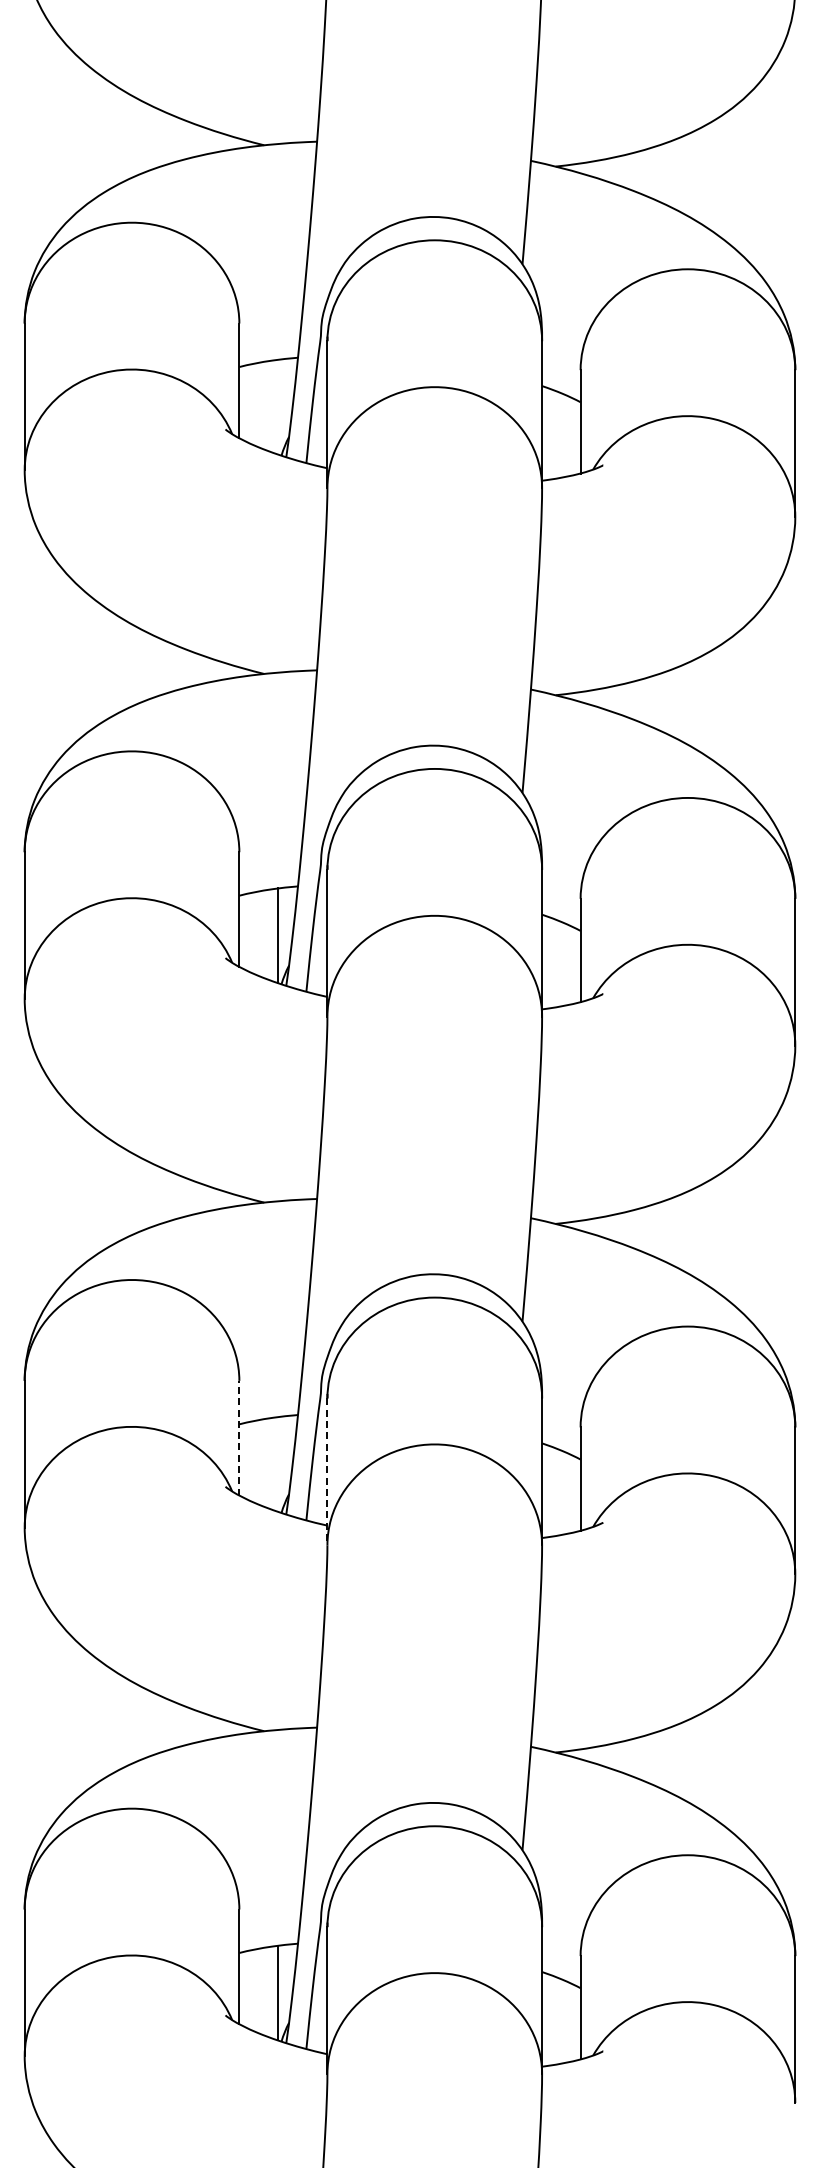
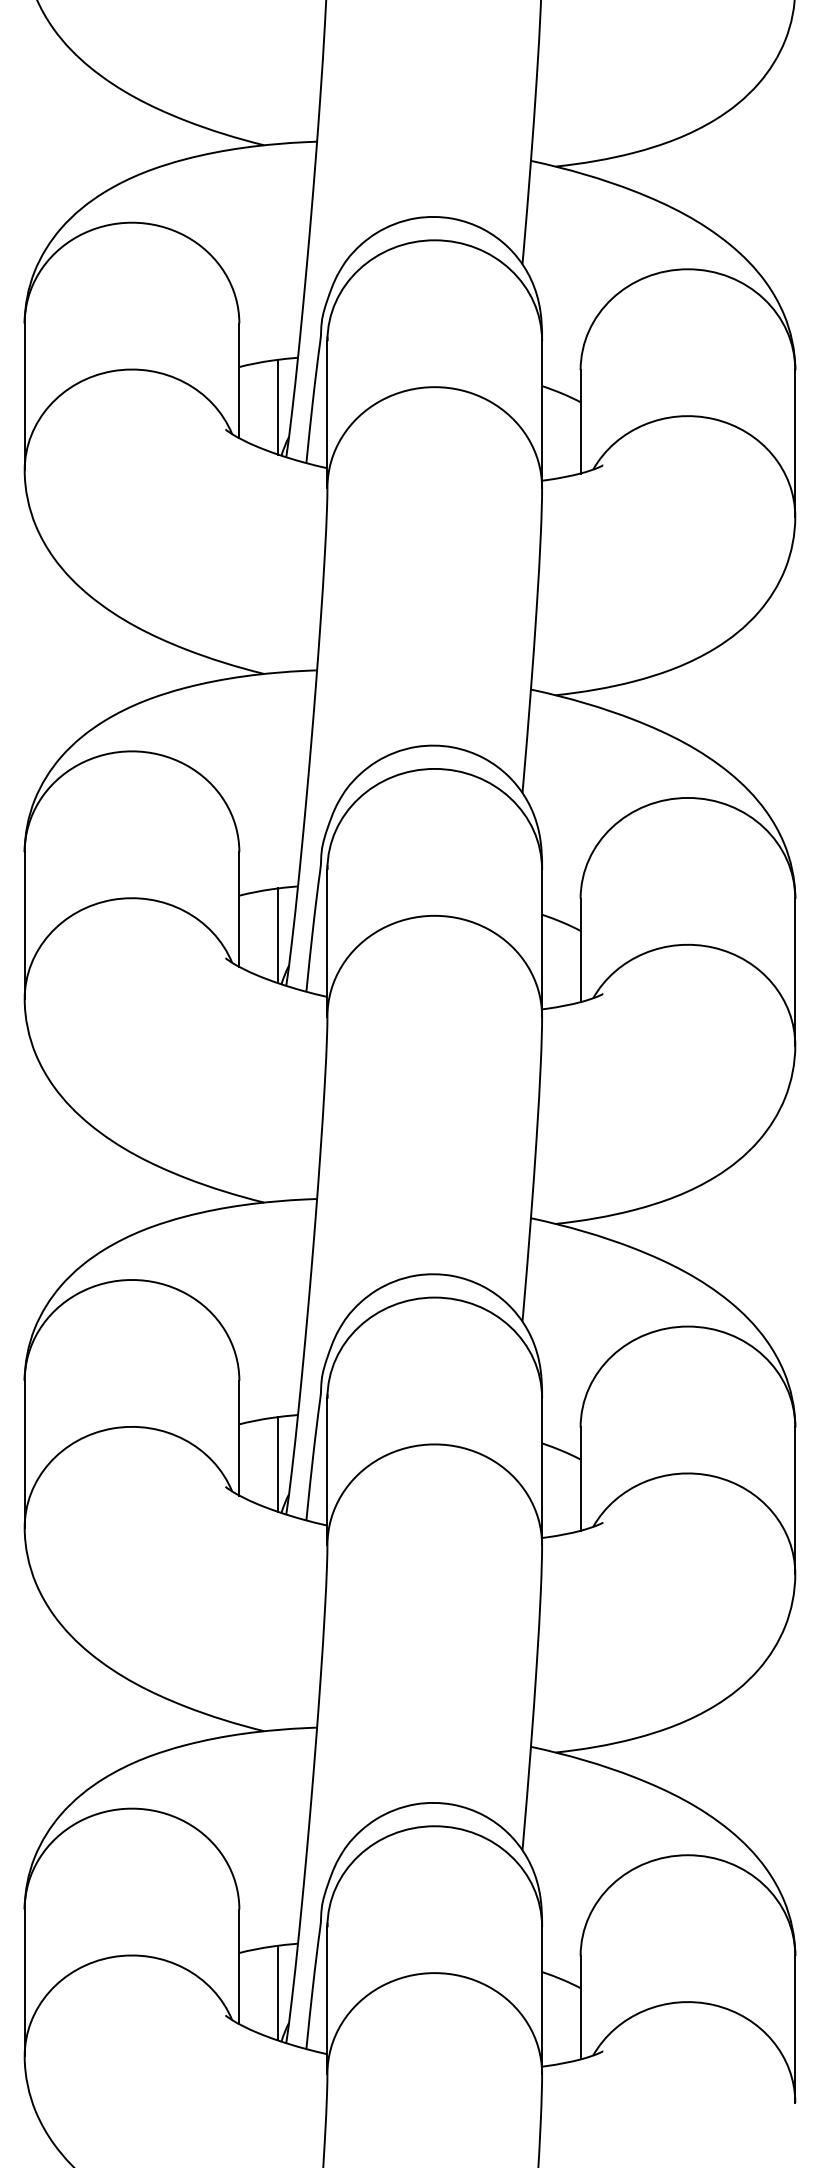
line at (277, 406): none -> present
line at (239, 1437): dashed -> solid
line at (277, 1464): none -> present
line at (327, 1472): dashed -> solid
